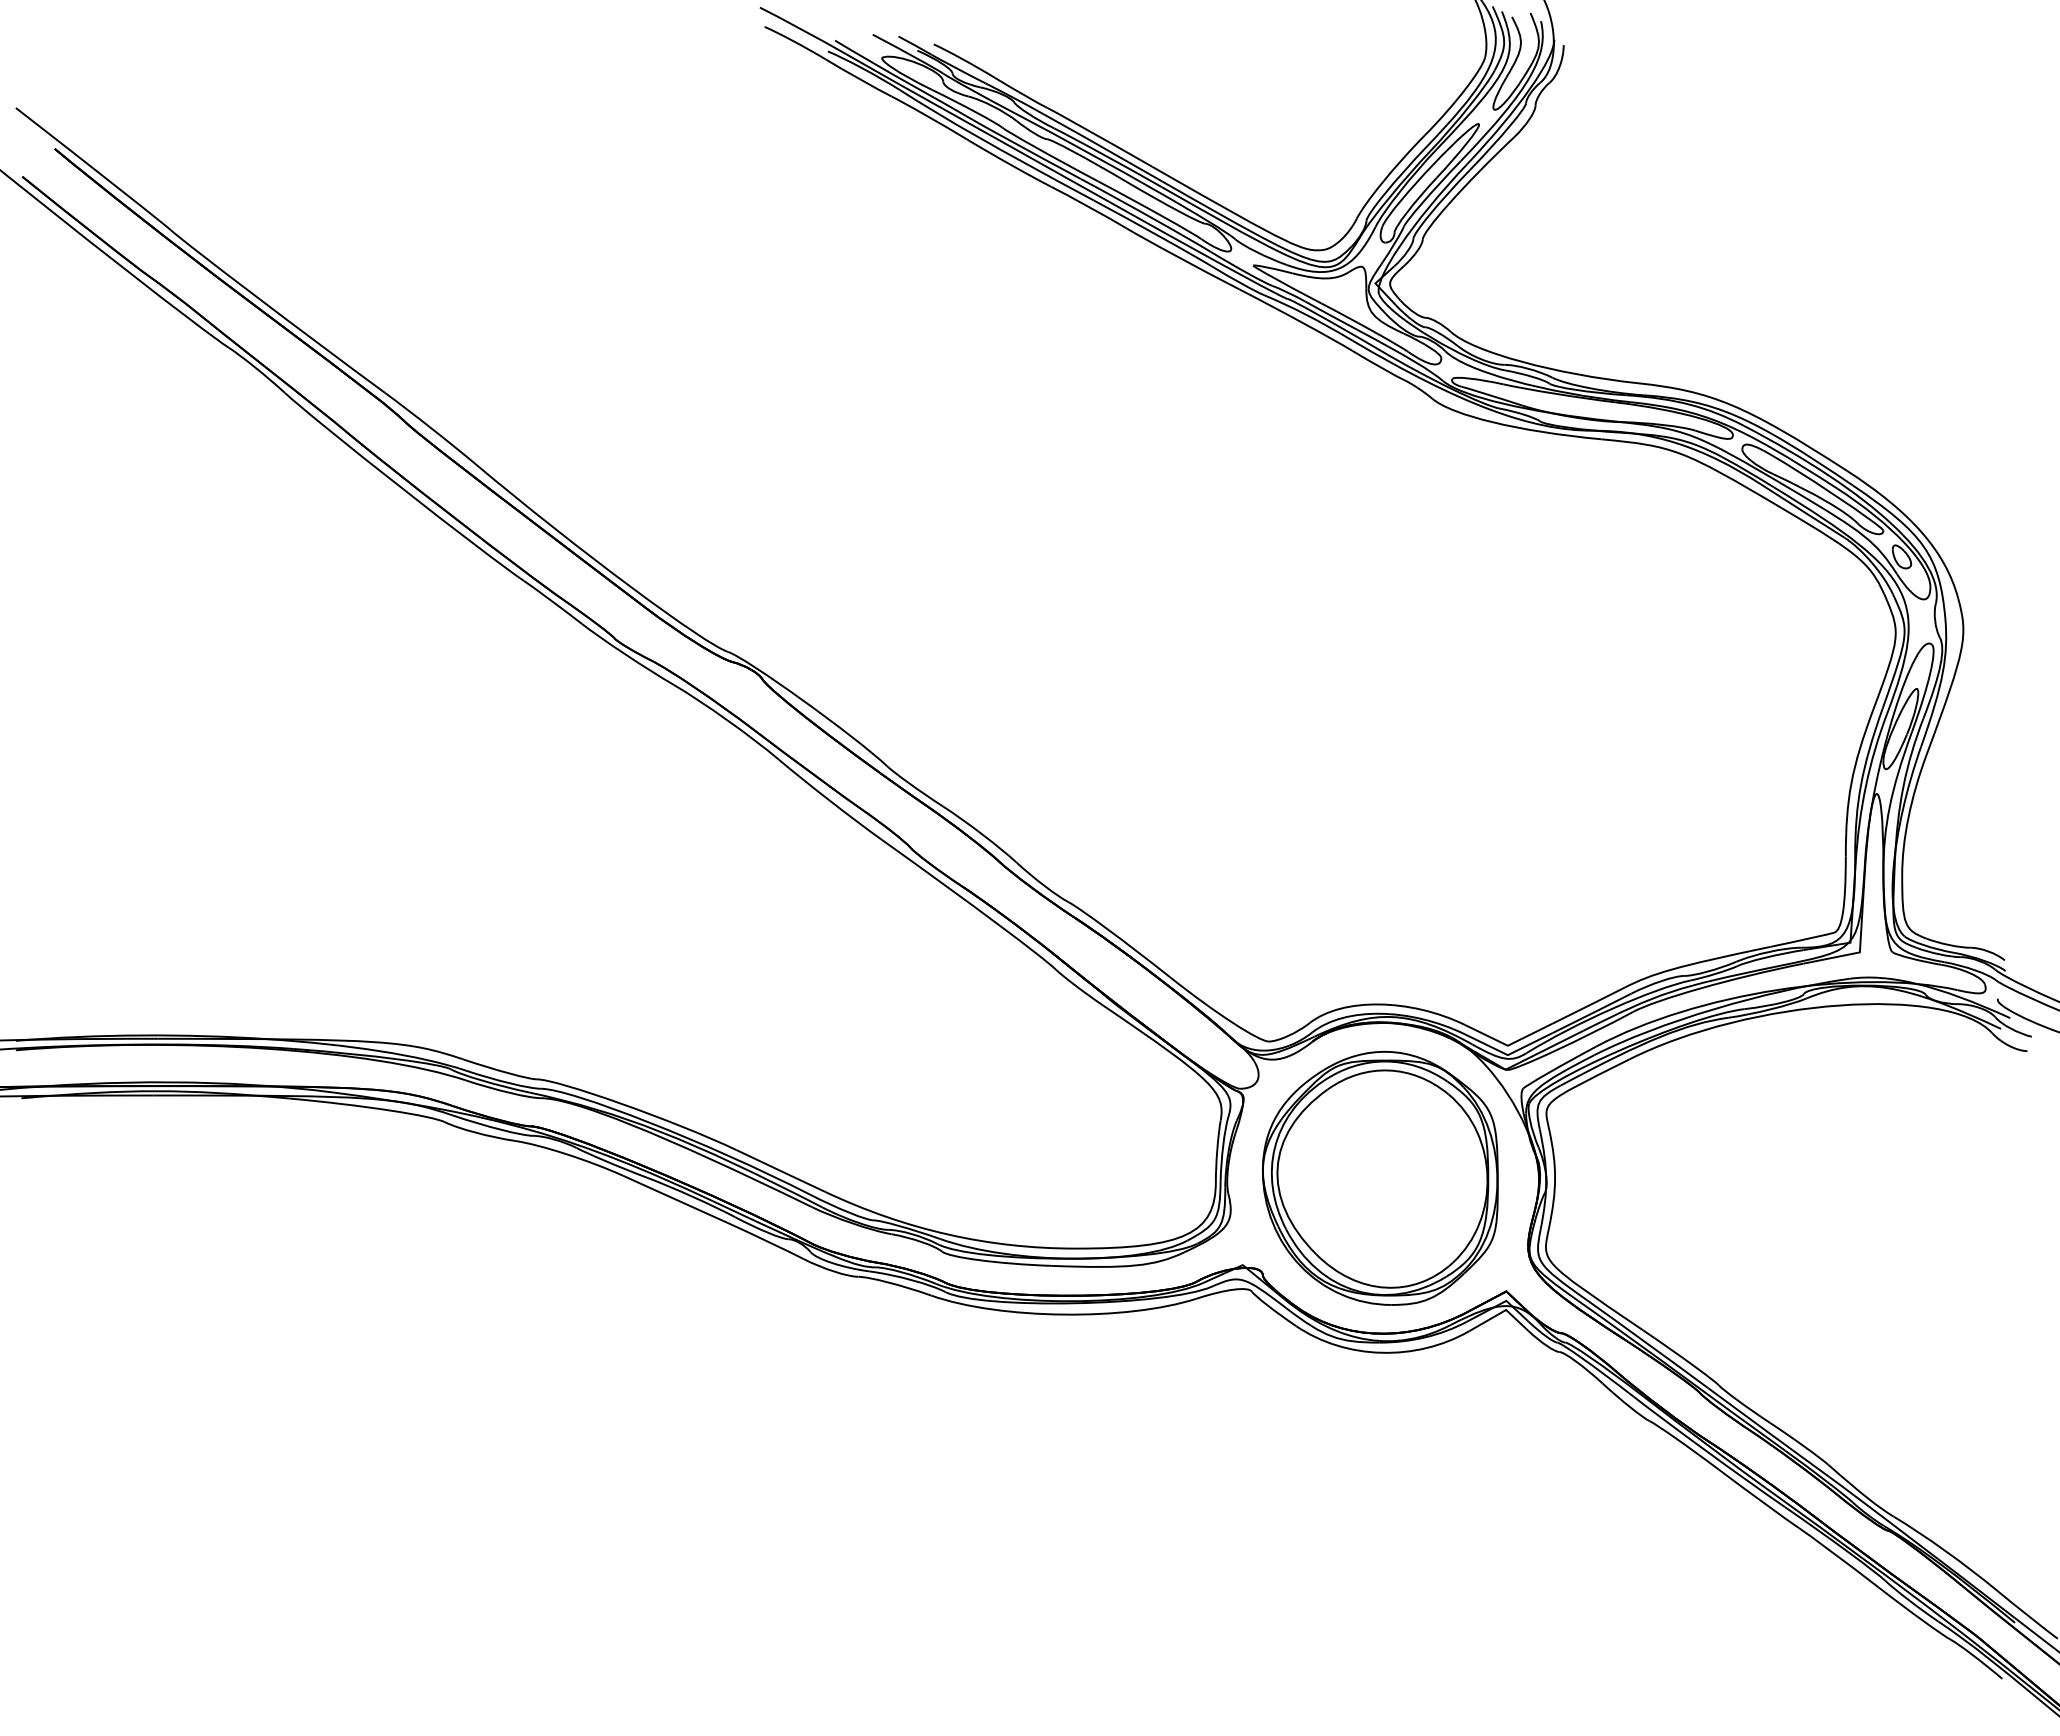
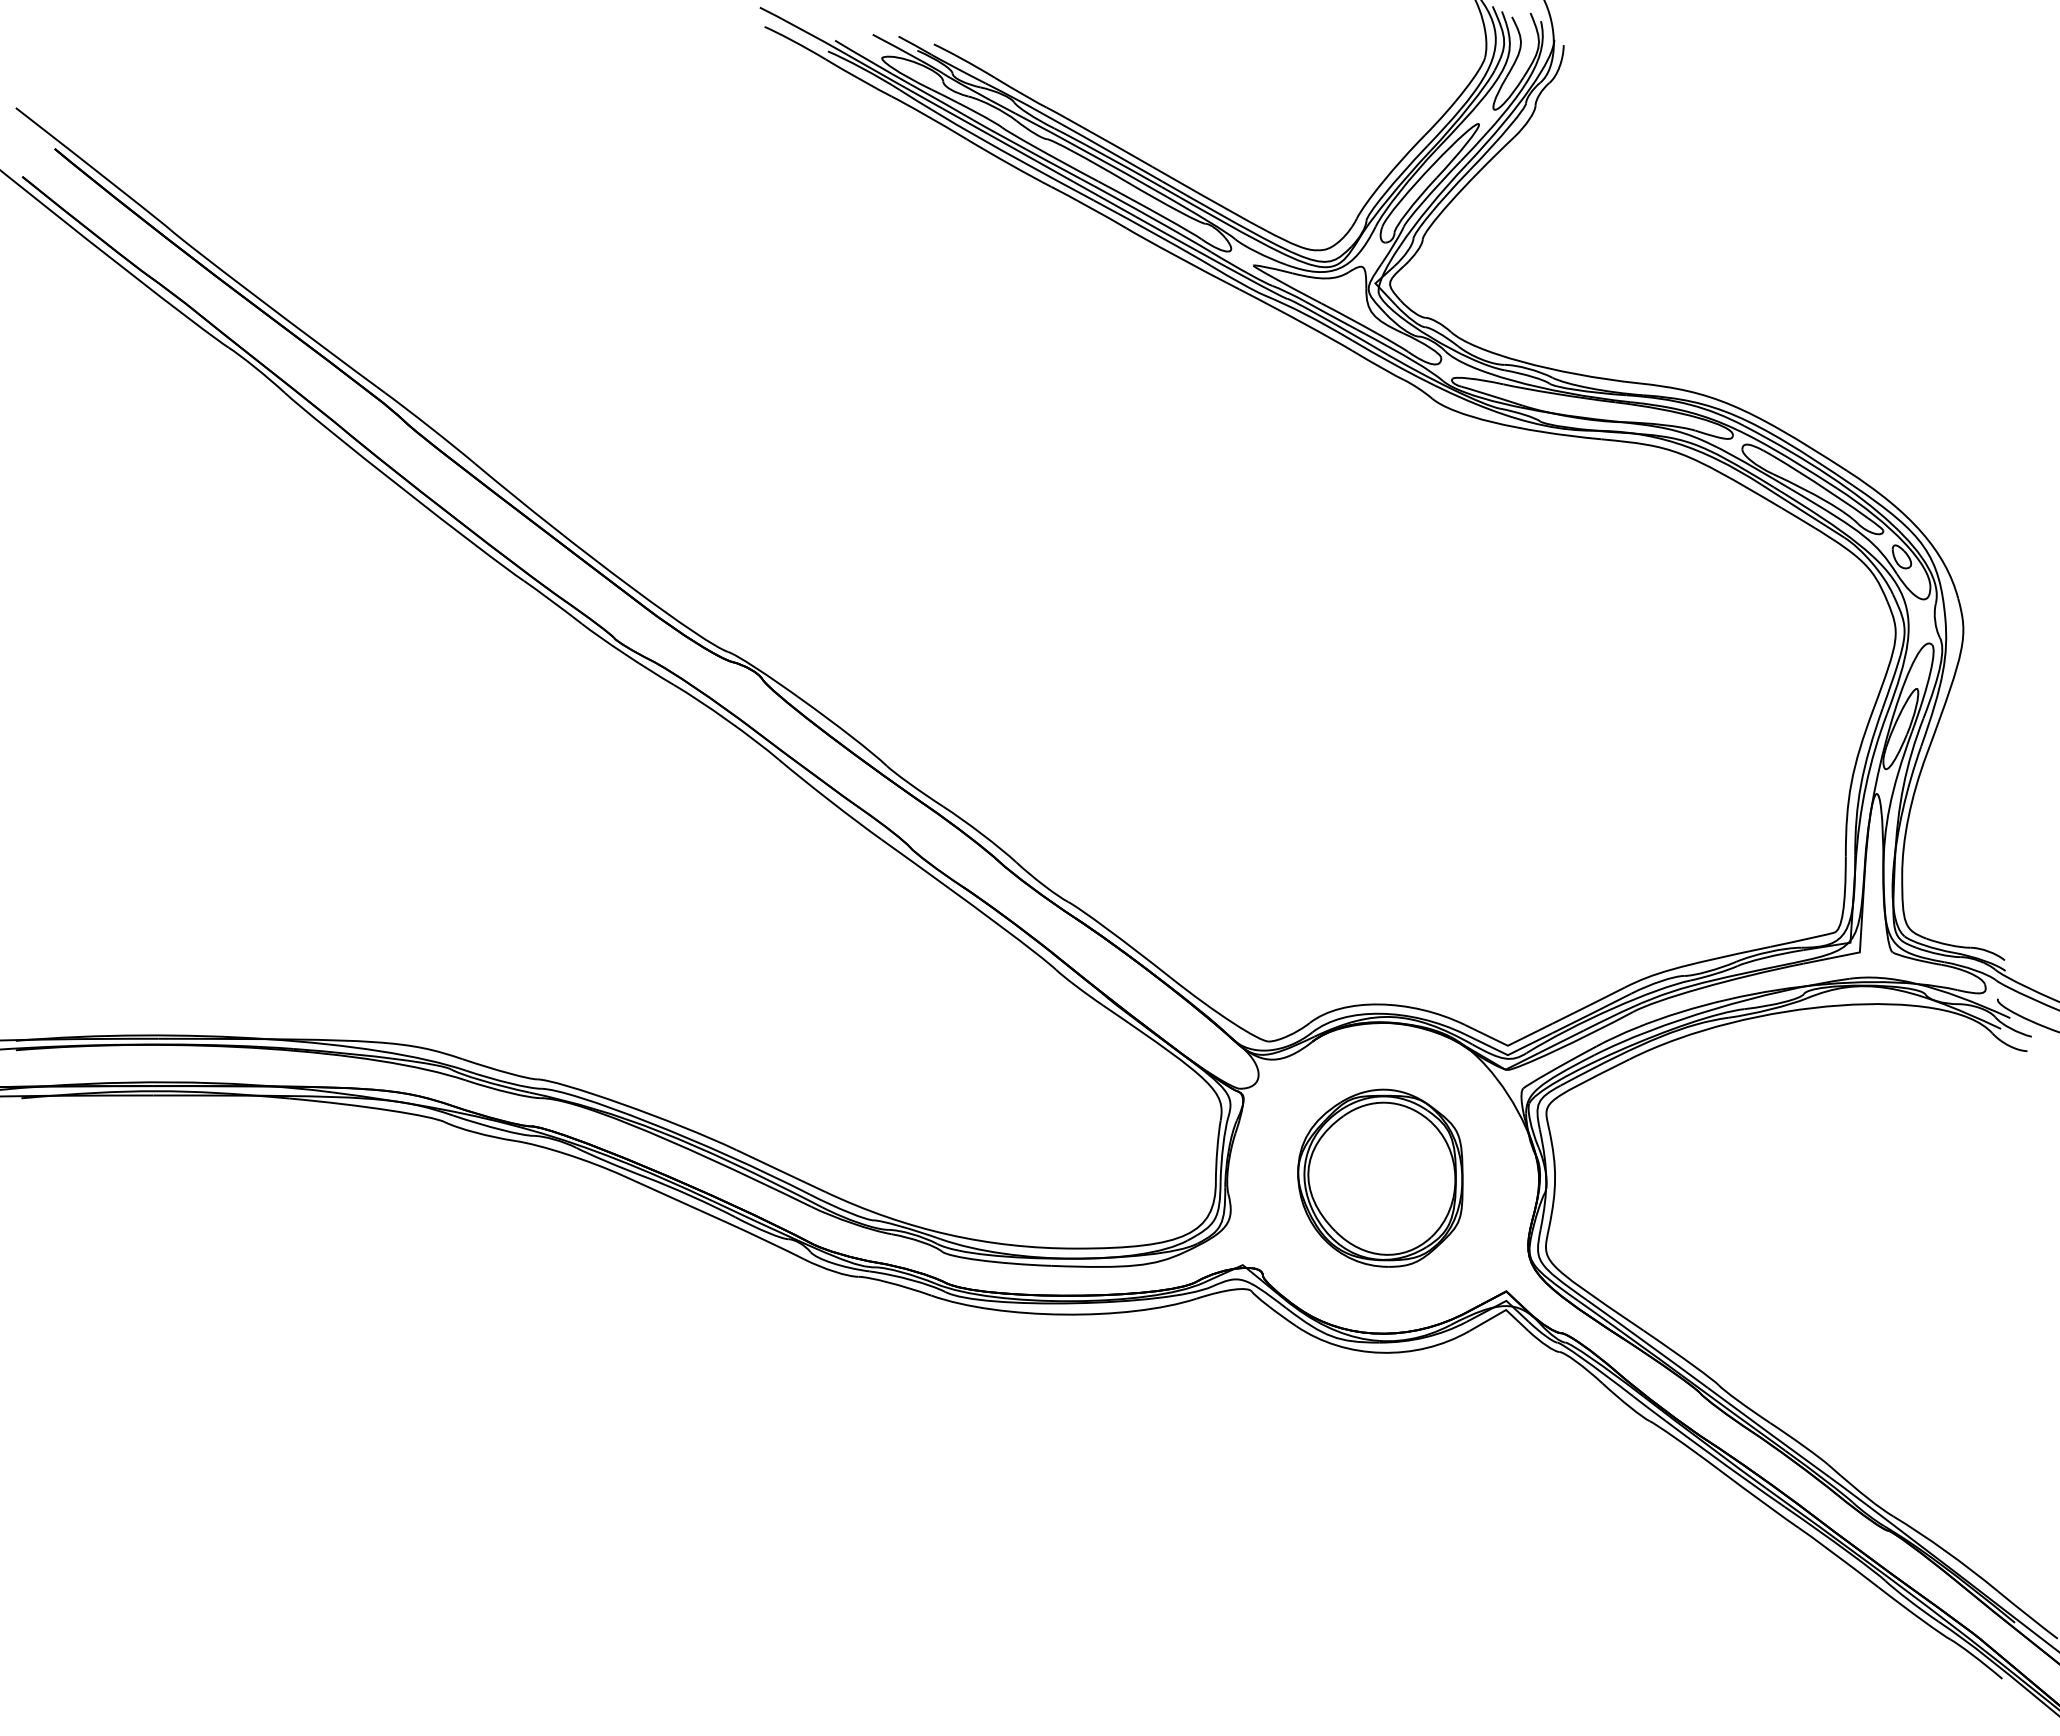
part at (1380, 1177) size: 237x256 px -> 167x180 px
